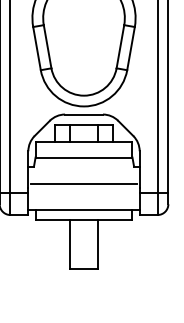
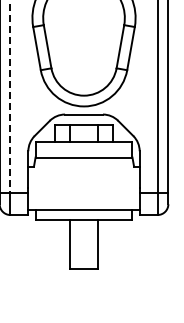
line at (10, 96): solid -> dashed
line at (83, 183): present -> none
